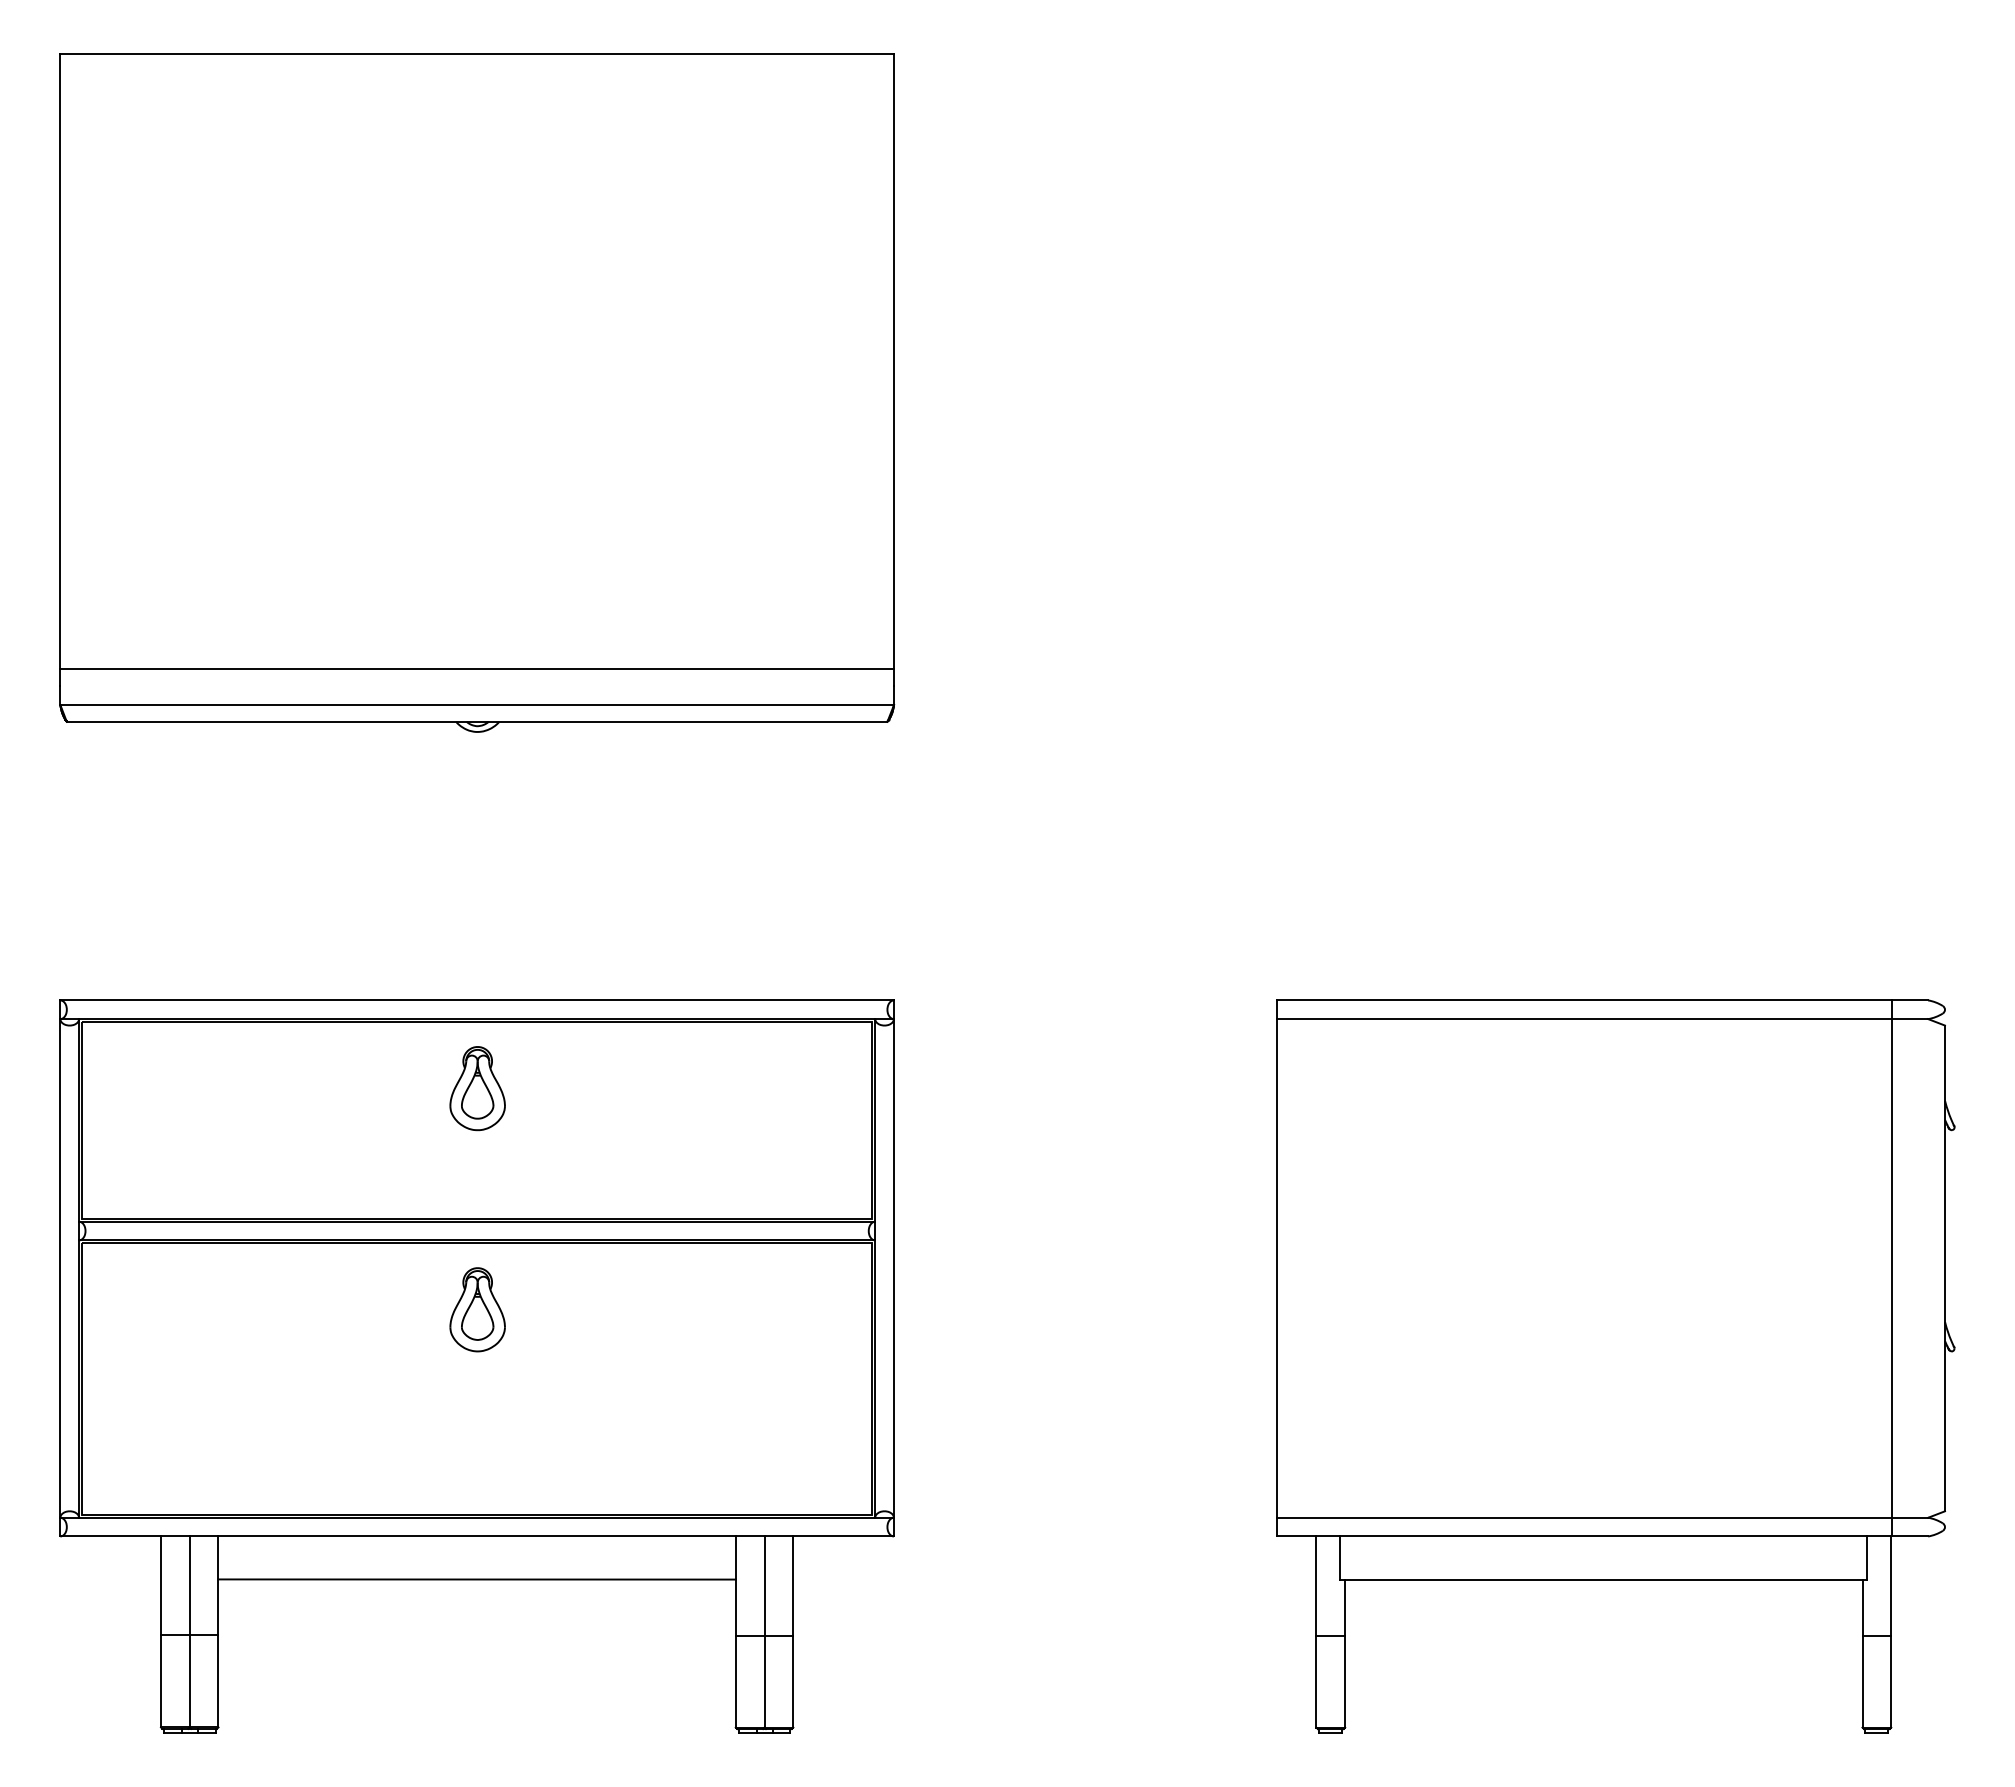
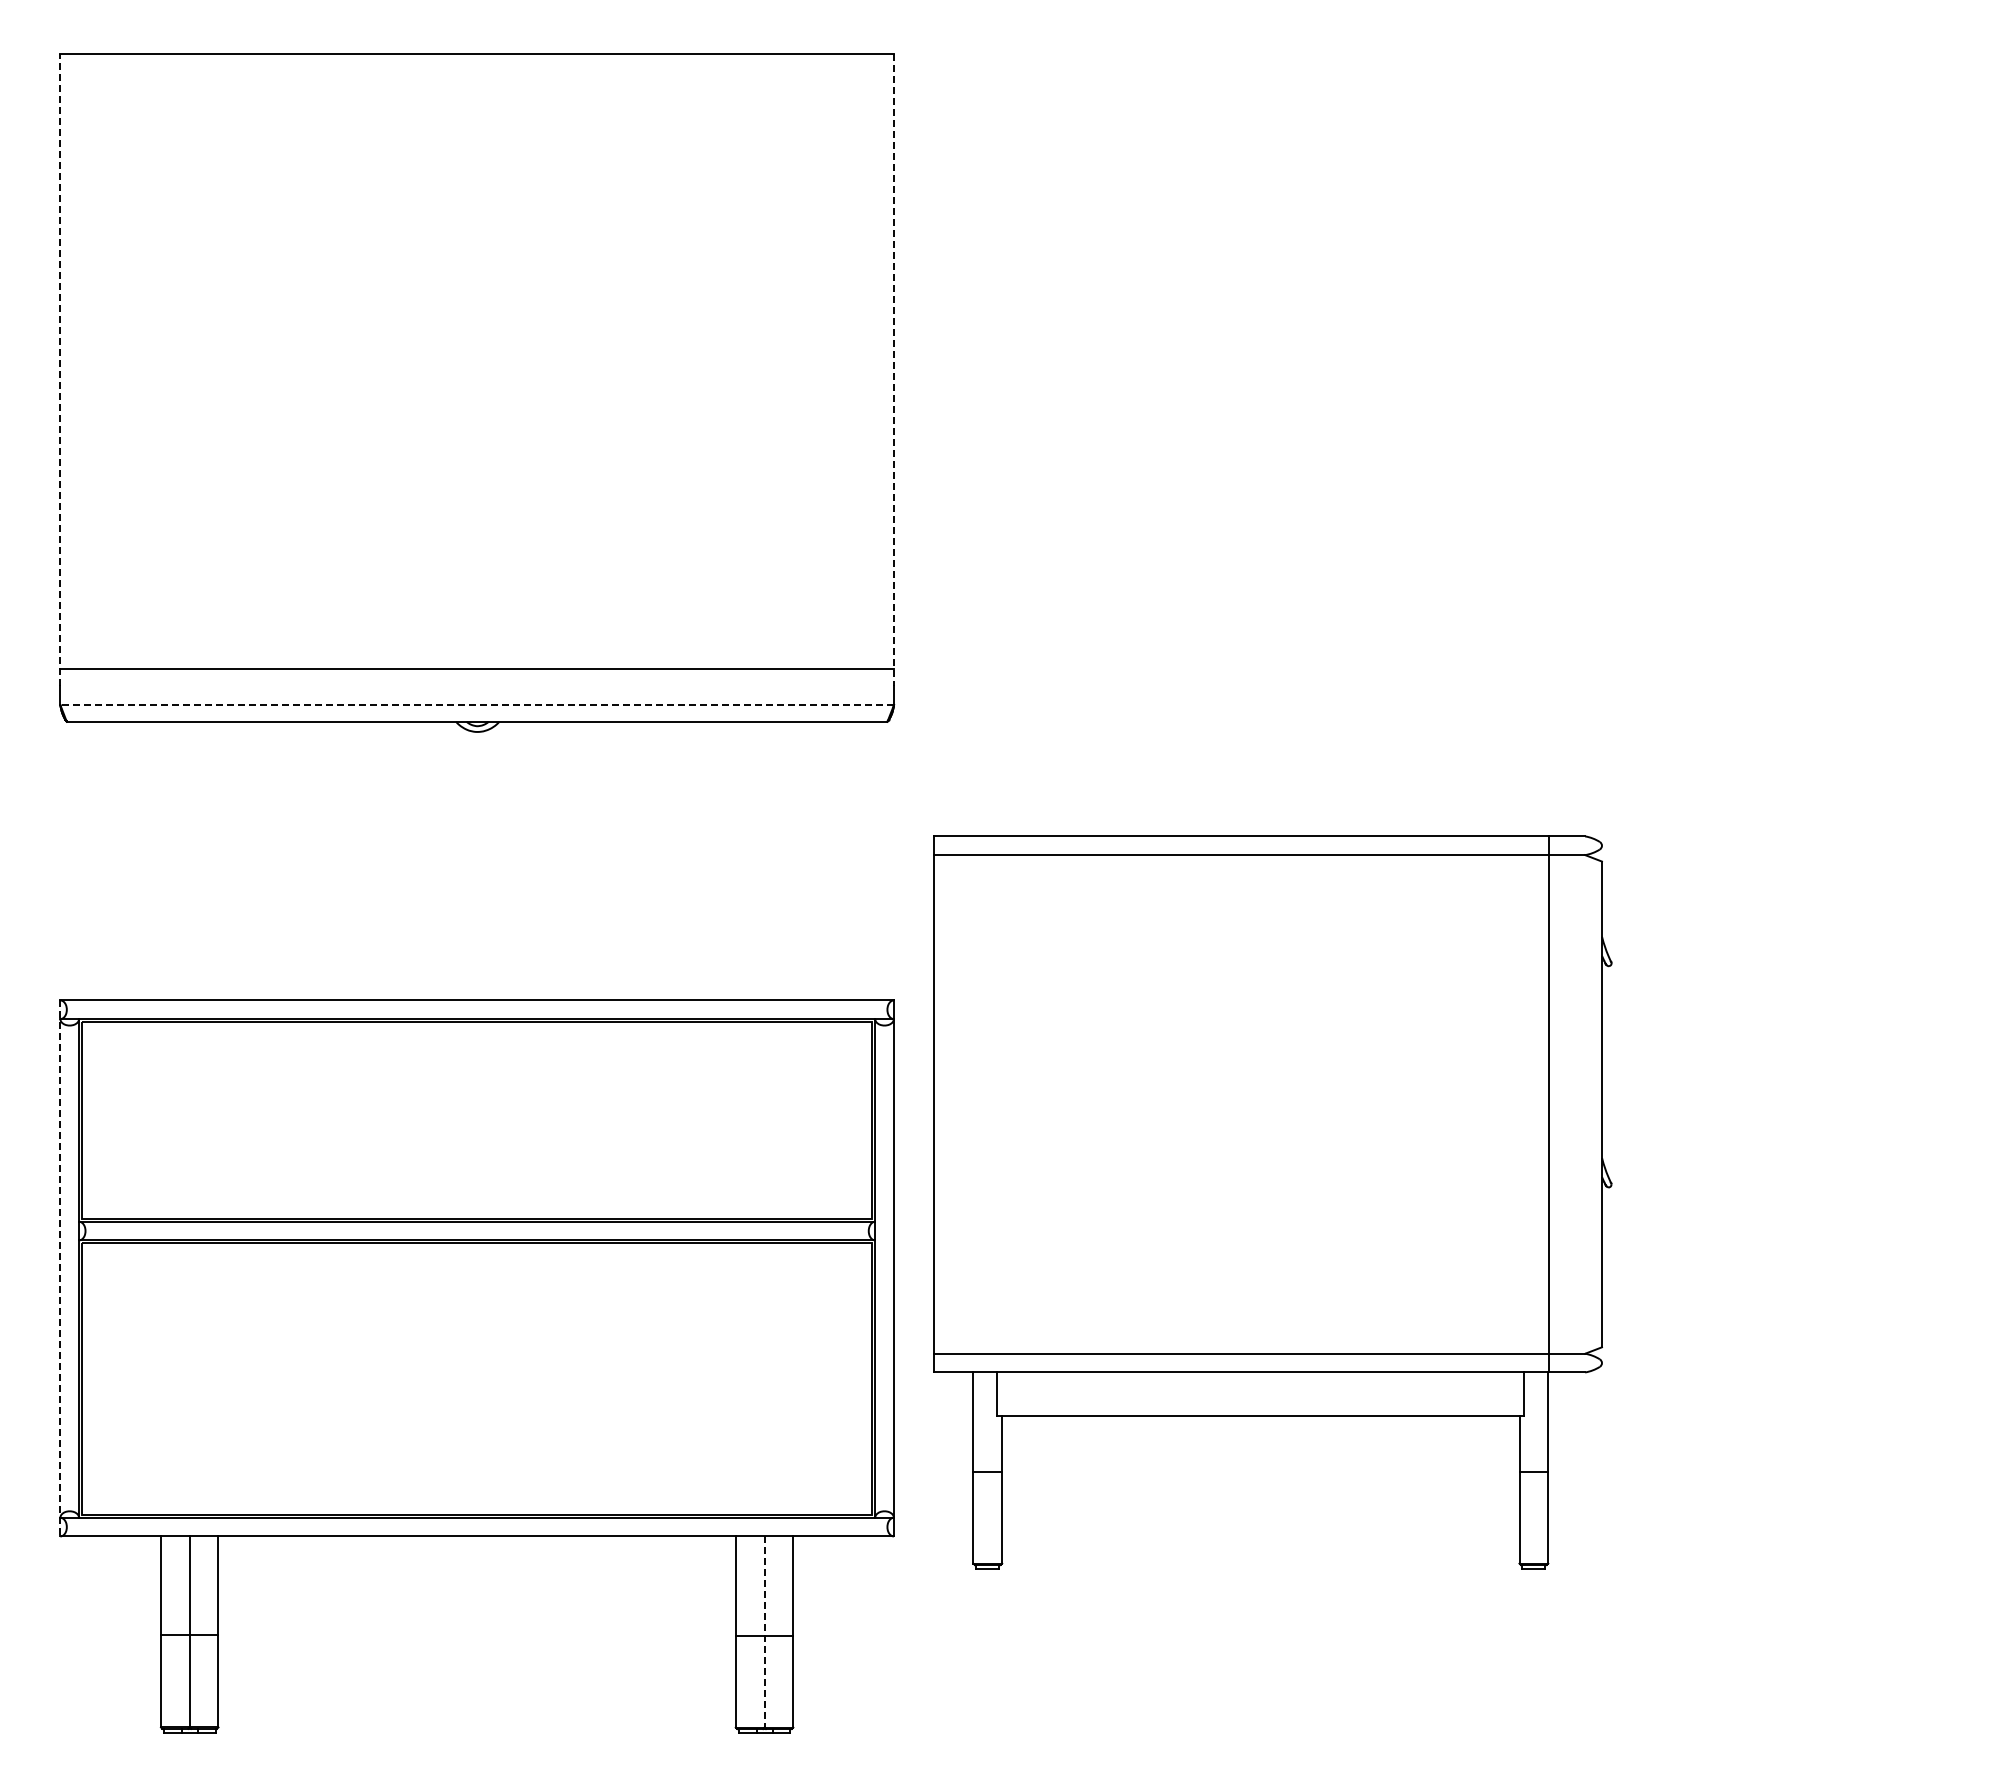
line at (60, 369): solid -> dashed
line at (893, 370): solid -> dashed
line at (477, 705): solid -> dashed
part at (477, 1088): present -> none
line at (60, 1268): solid -> dashed
part at (477, 1309): present -> none
part at (1615, 1366) position: (1615, 1366) -> (1272, 1202)
line at (476, 1579): present -> none
line at (764, 1632): solid -> dashed
